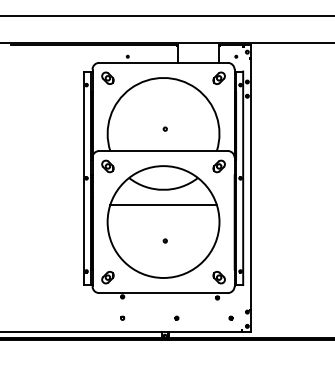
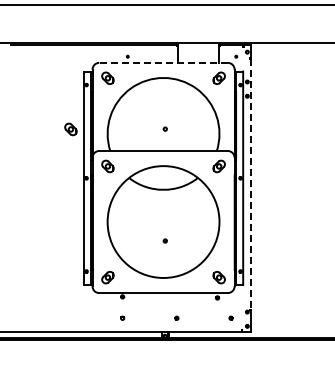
line at (166, 15) position: (166, 15) -> (166, 4)
line at (163, 62): solid -> dashed
part at (70, 129): none -> present
line at (251, 184): solid -> dashed
line at (163, 204): present -> none
